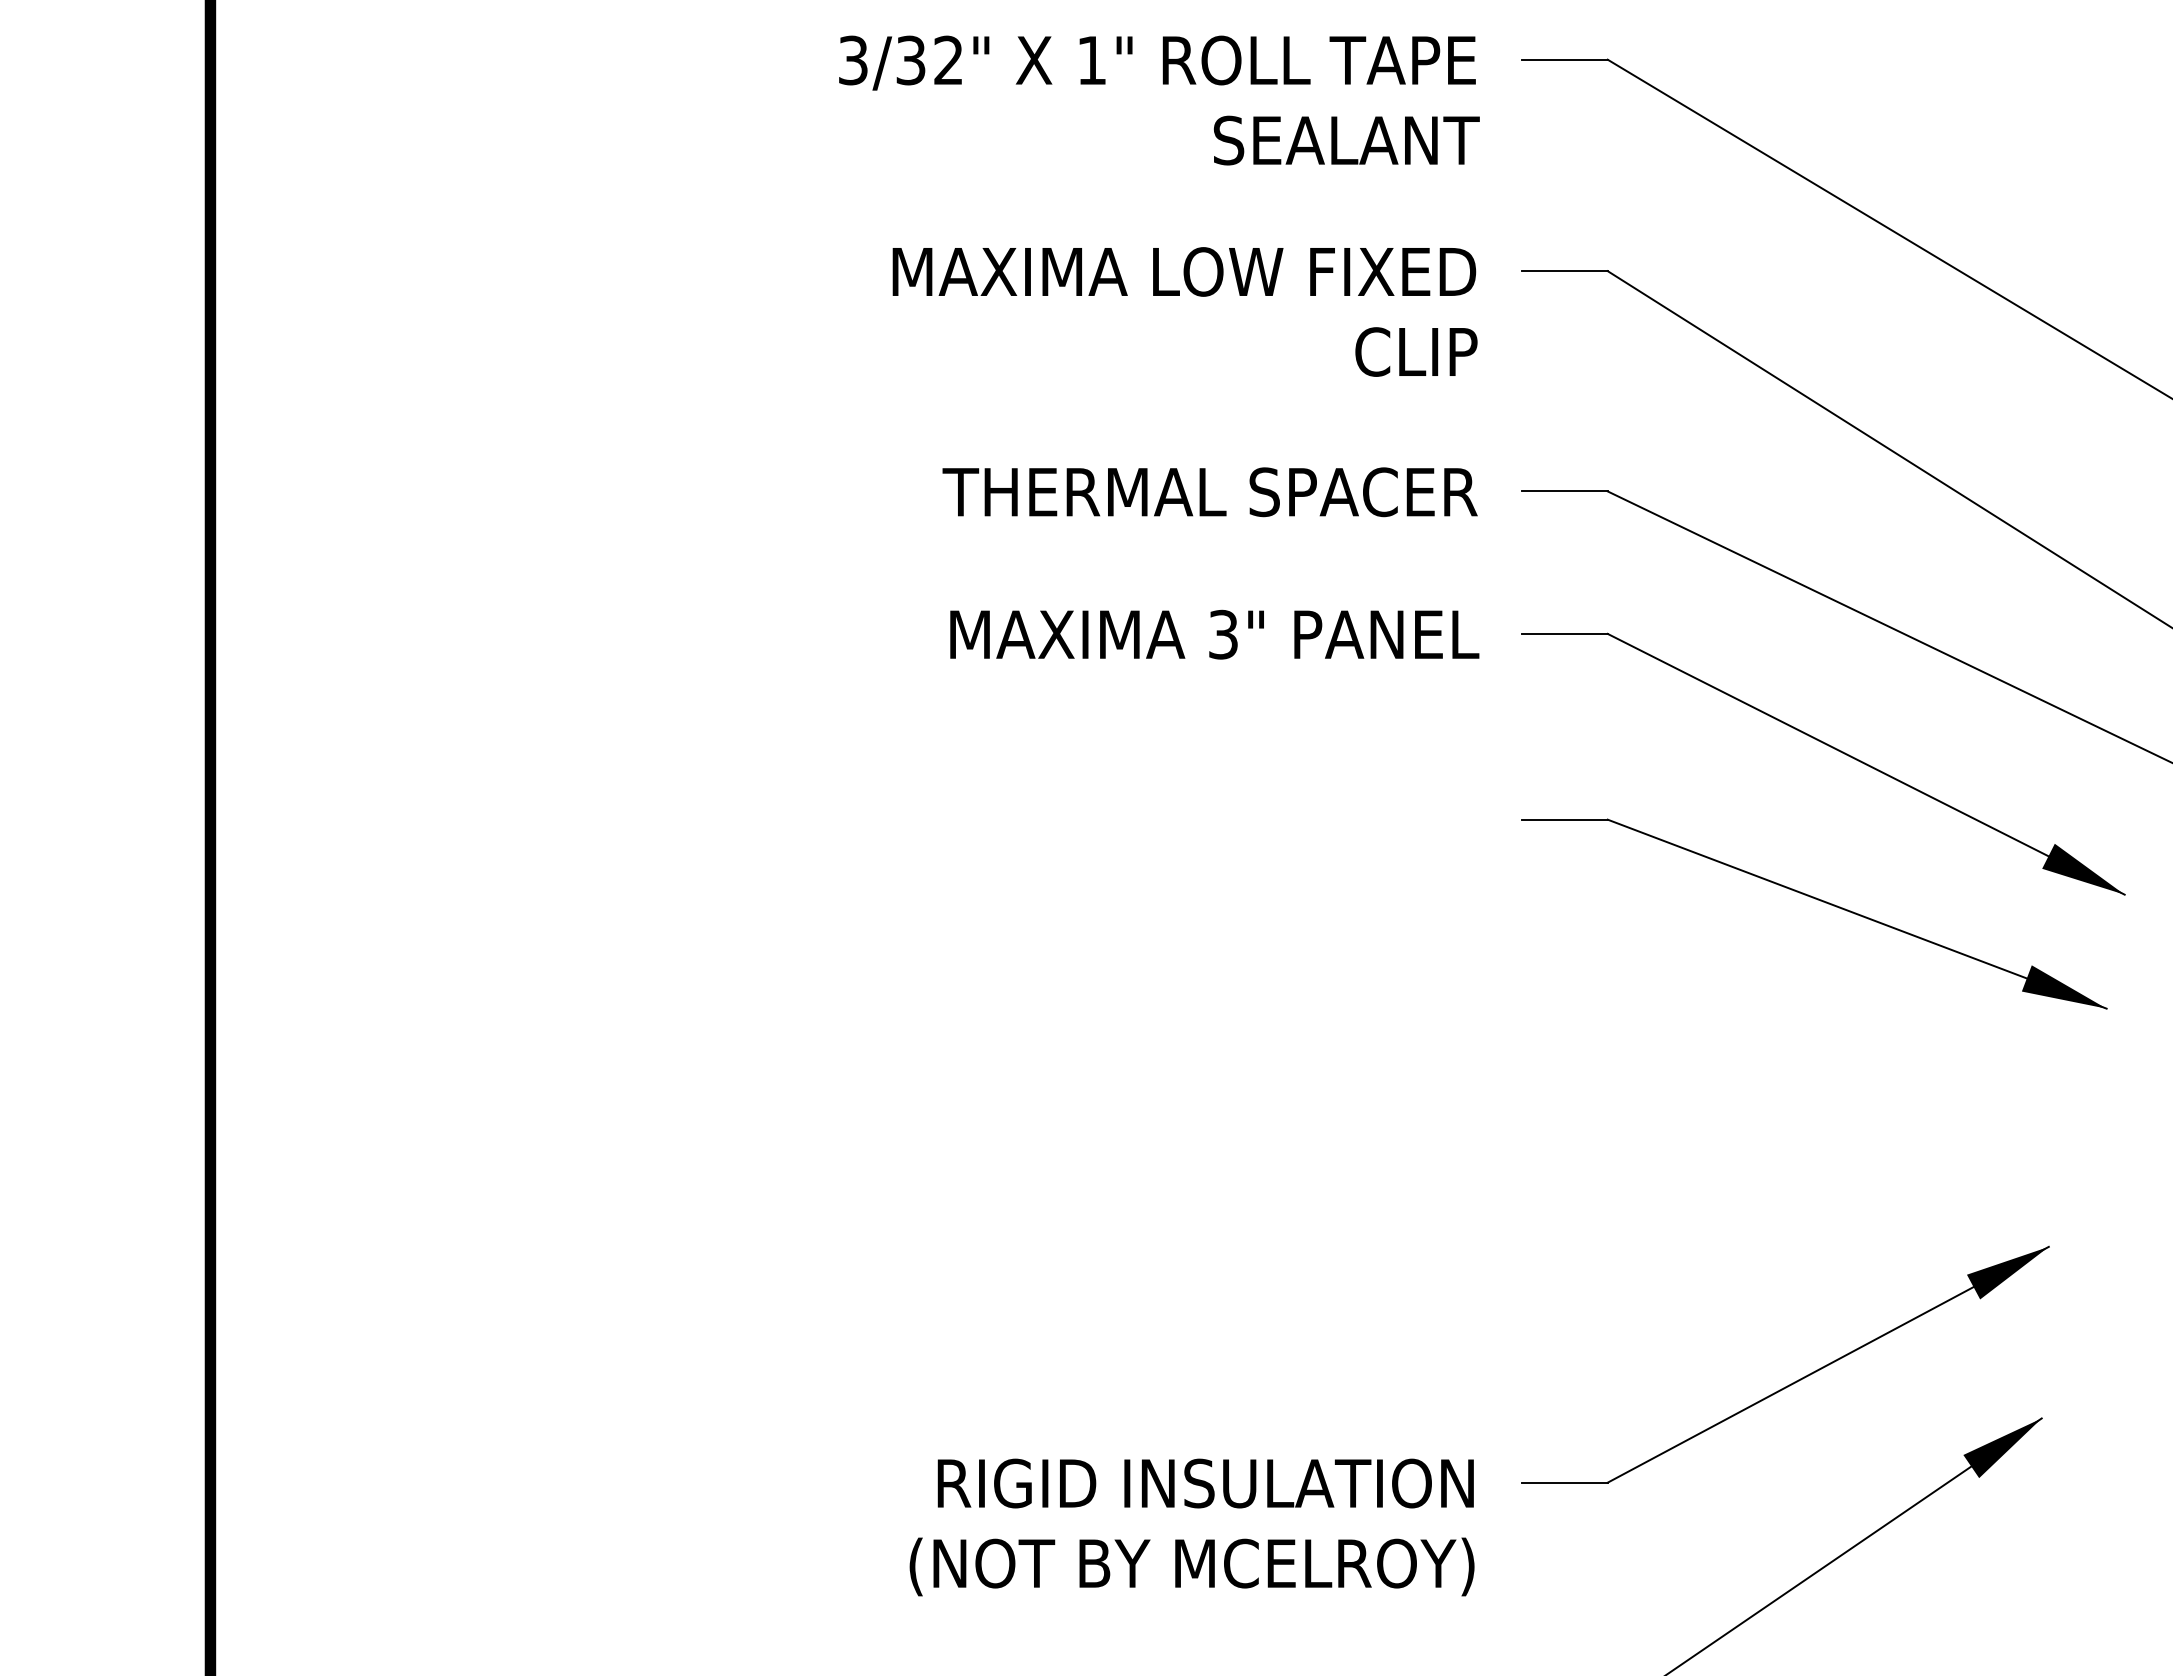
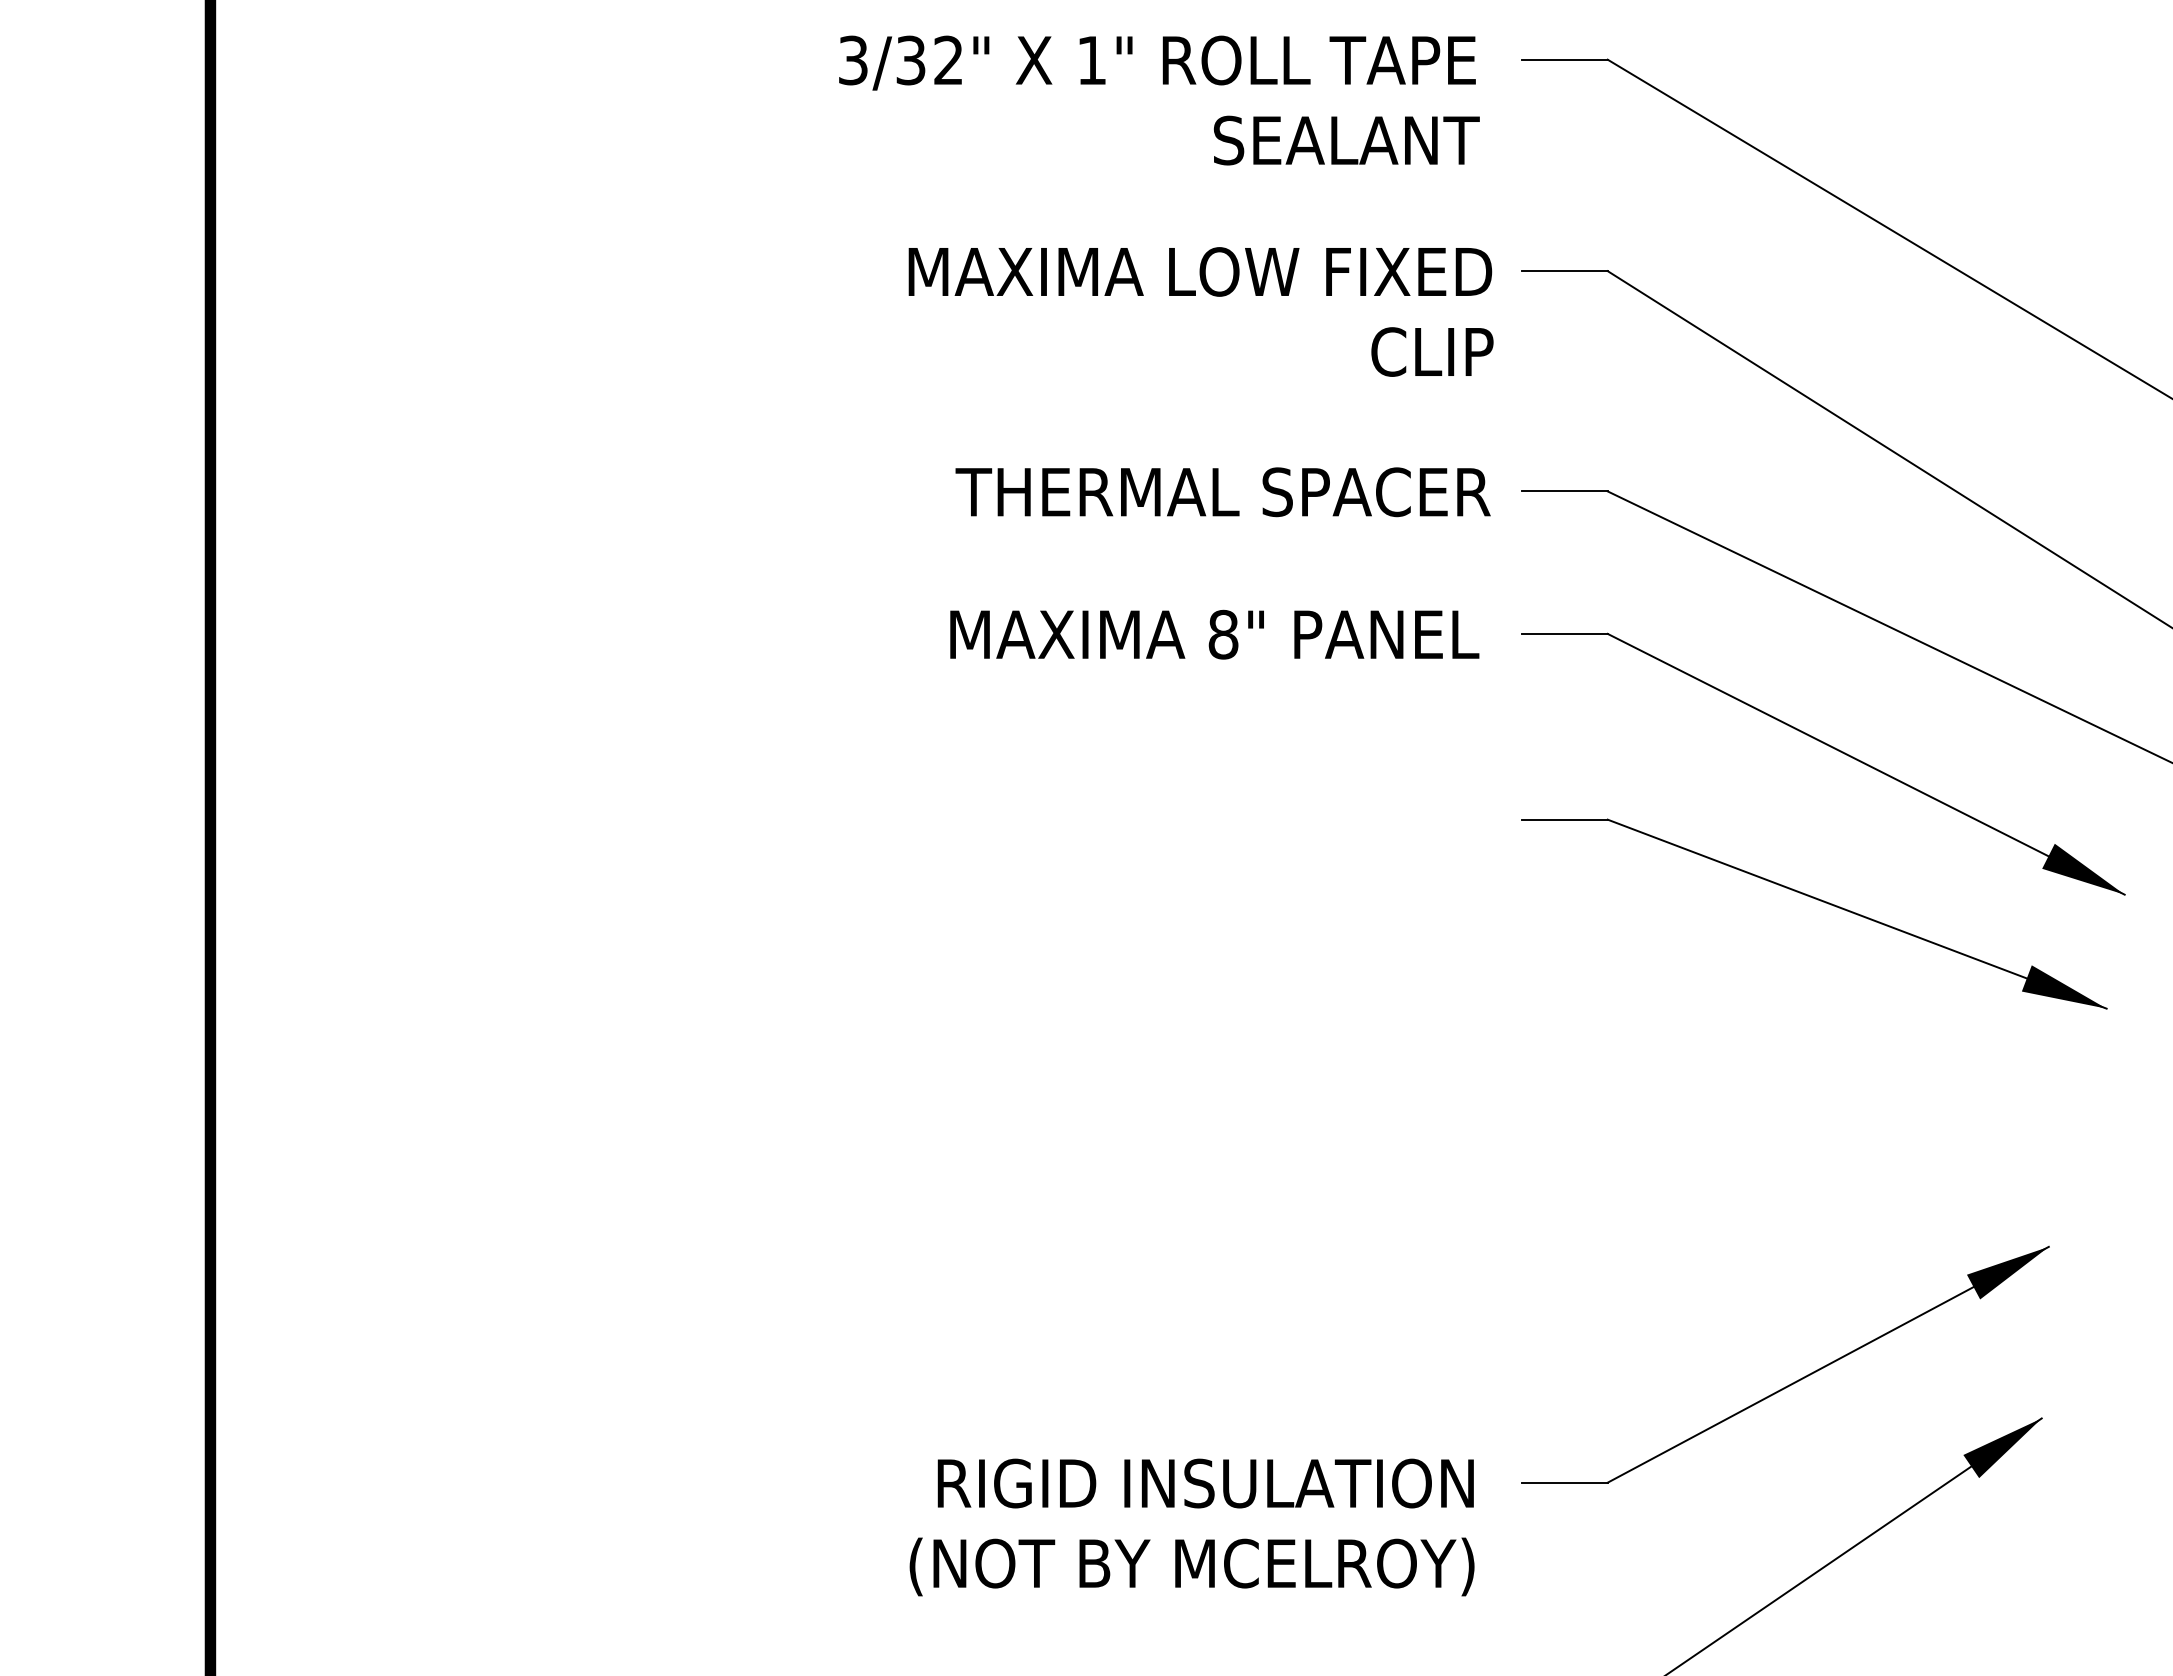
text at (1184, 311) position: (1184, 311) -> (1200, 311)
text at (1209, 492) position: (1209, 492) -> (1222, 492)
text at (1223, 634): 3" -> 8"
